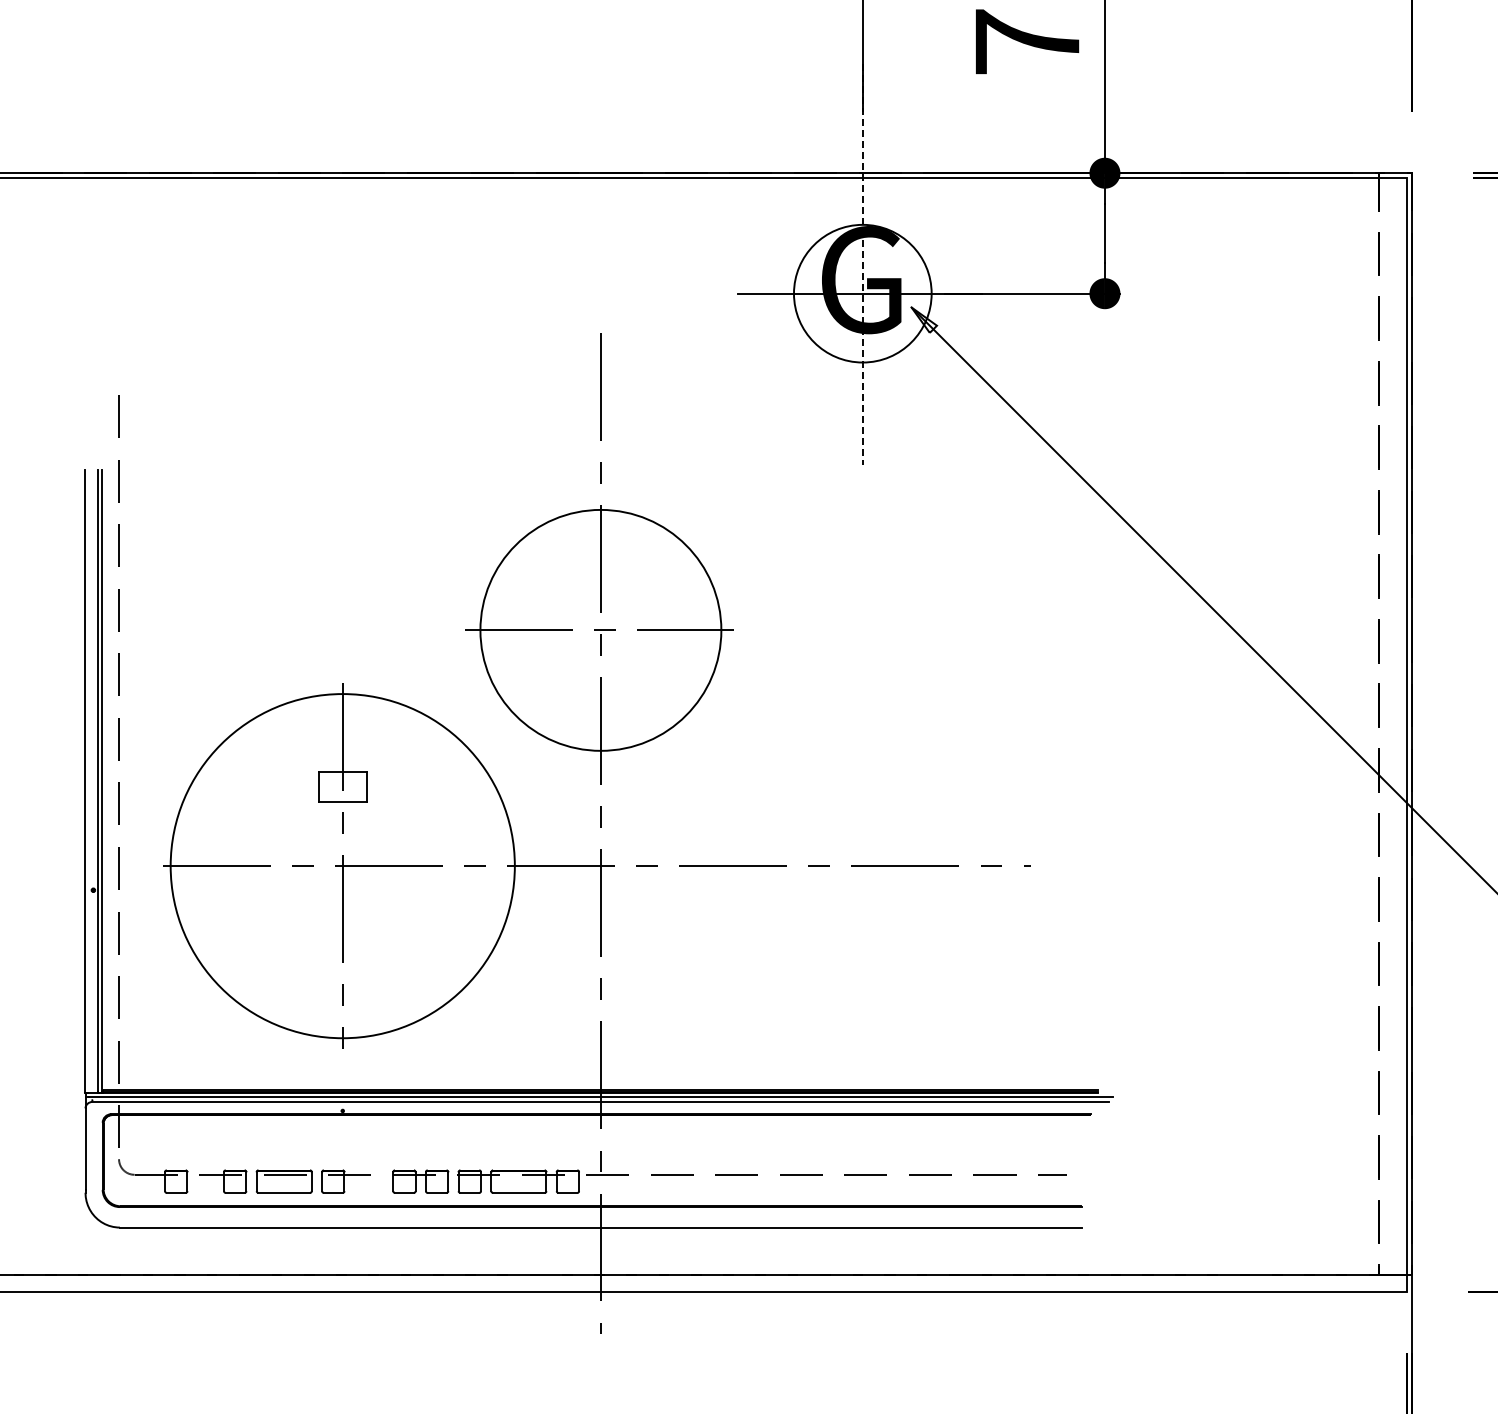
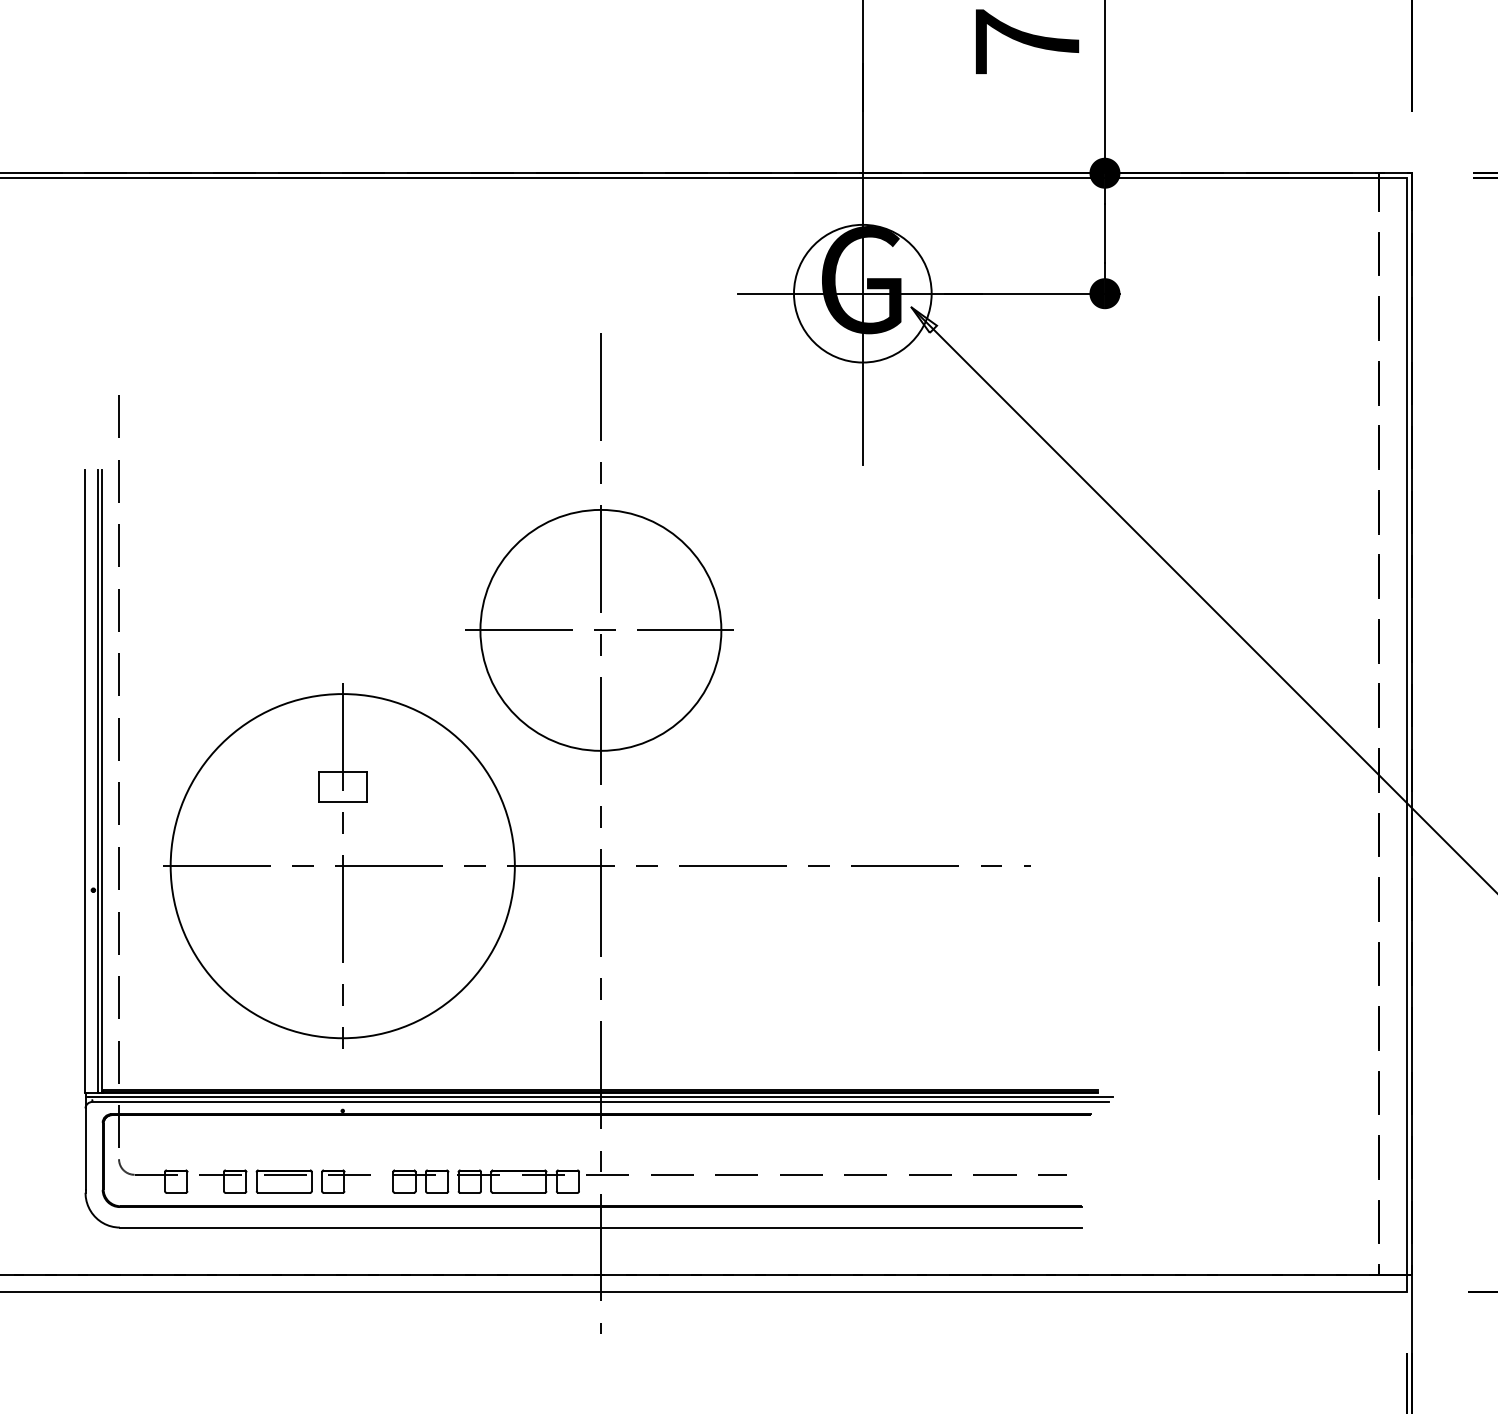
line at (862, 264): dashed -> solid
